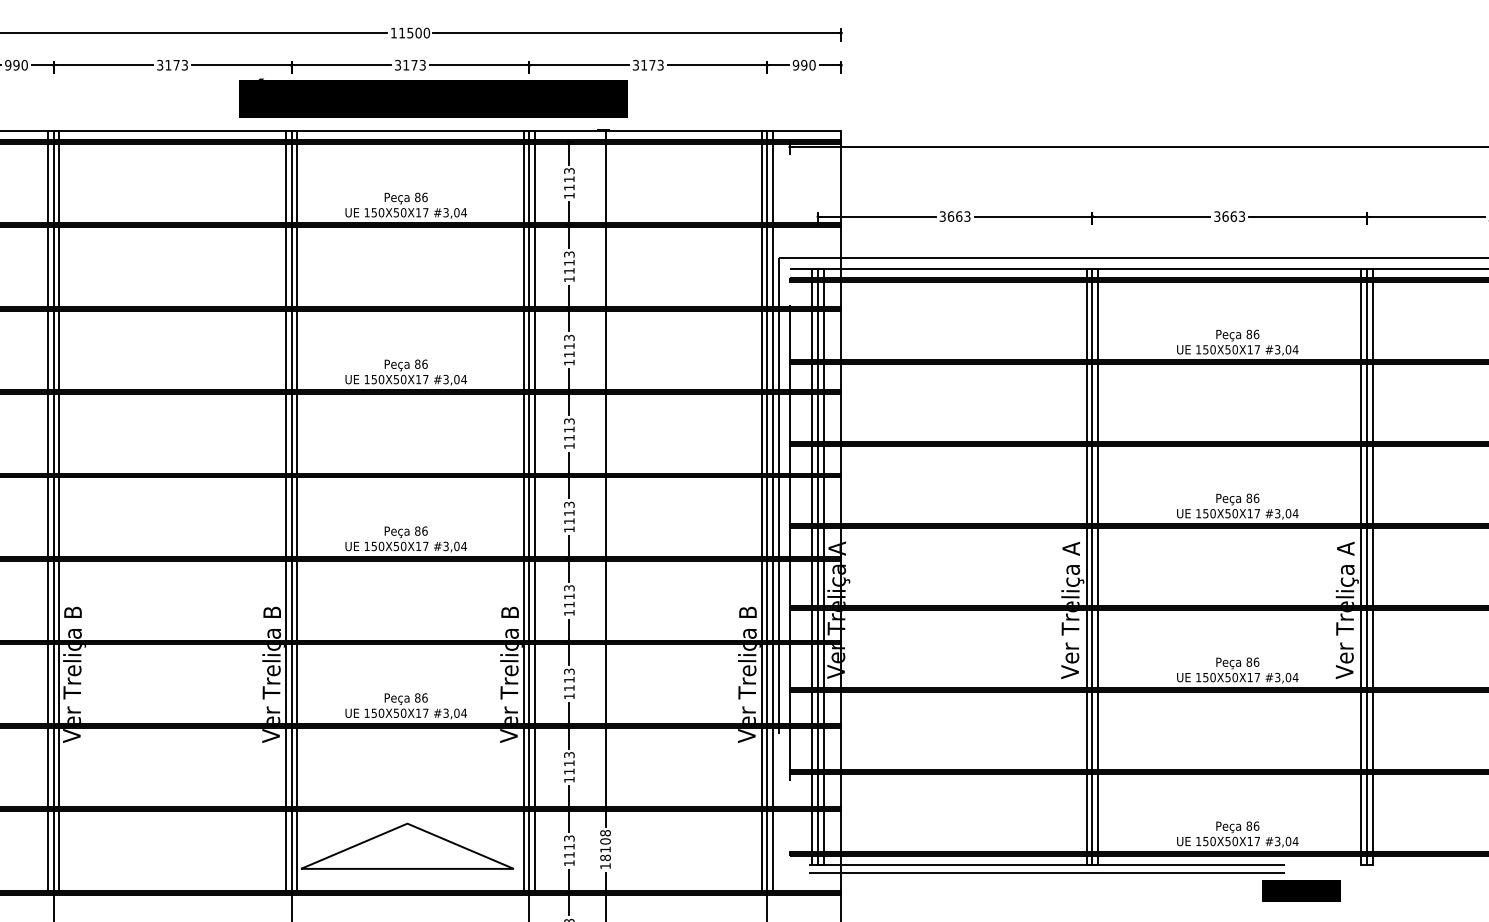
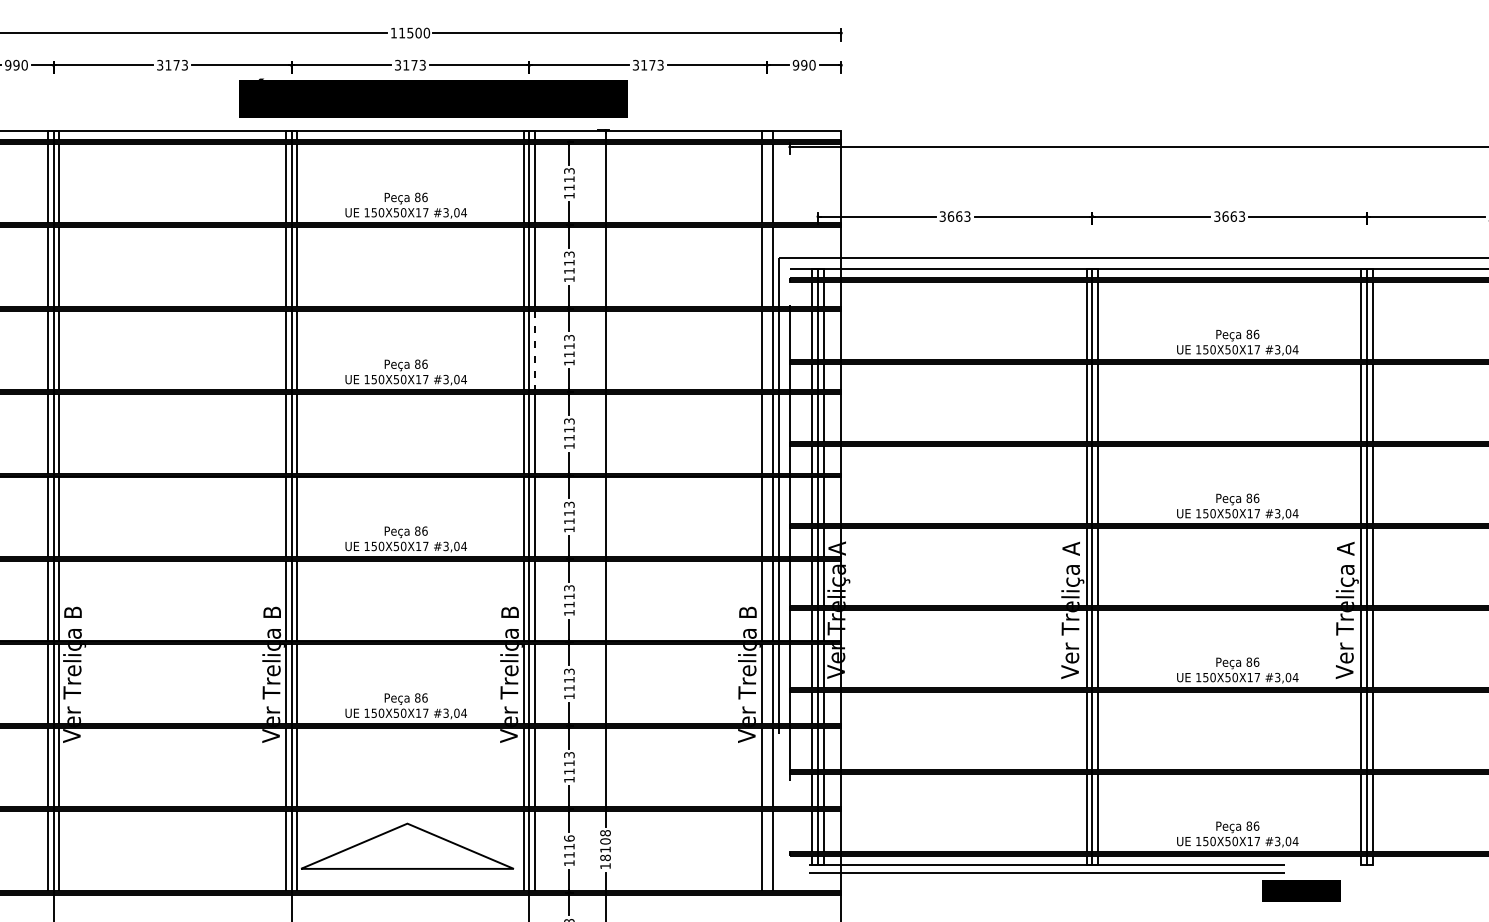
line at (535, 350): solid -> dashed
line at (767, 524): present -> none
text at (569, 838): 1113 -> 1116
